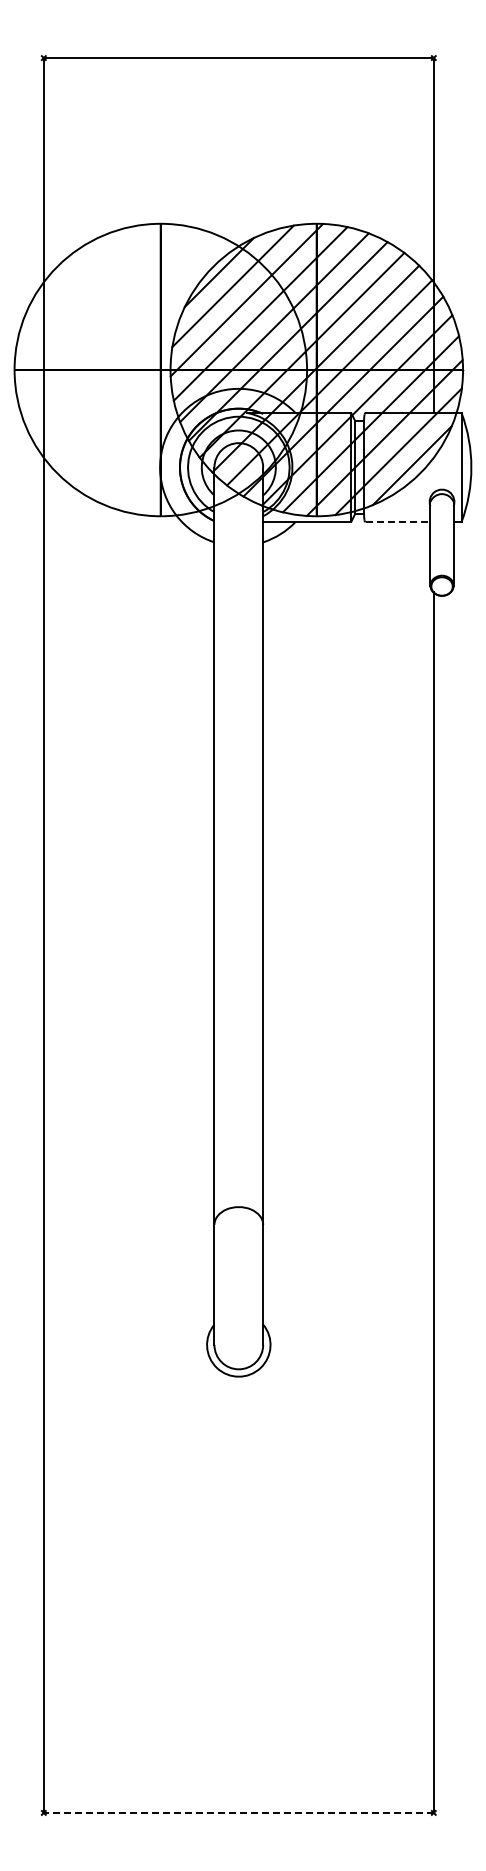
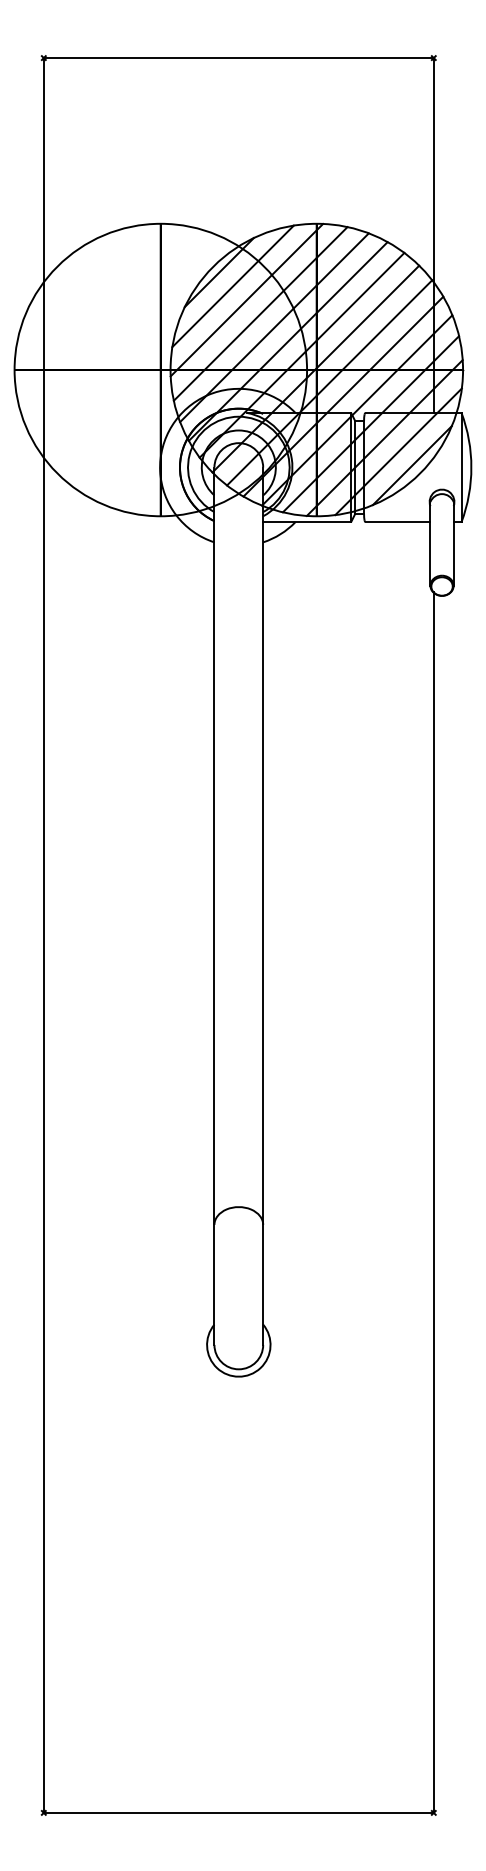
line at (398, 522): dashed -> solid
line at (238, 1812): dashed -> solid
